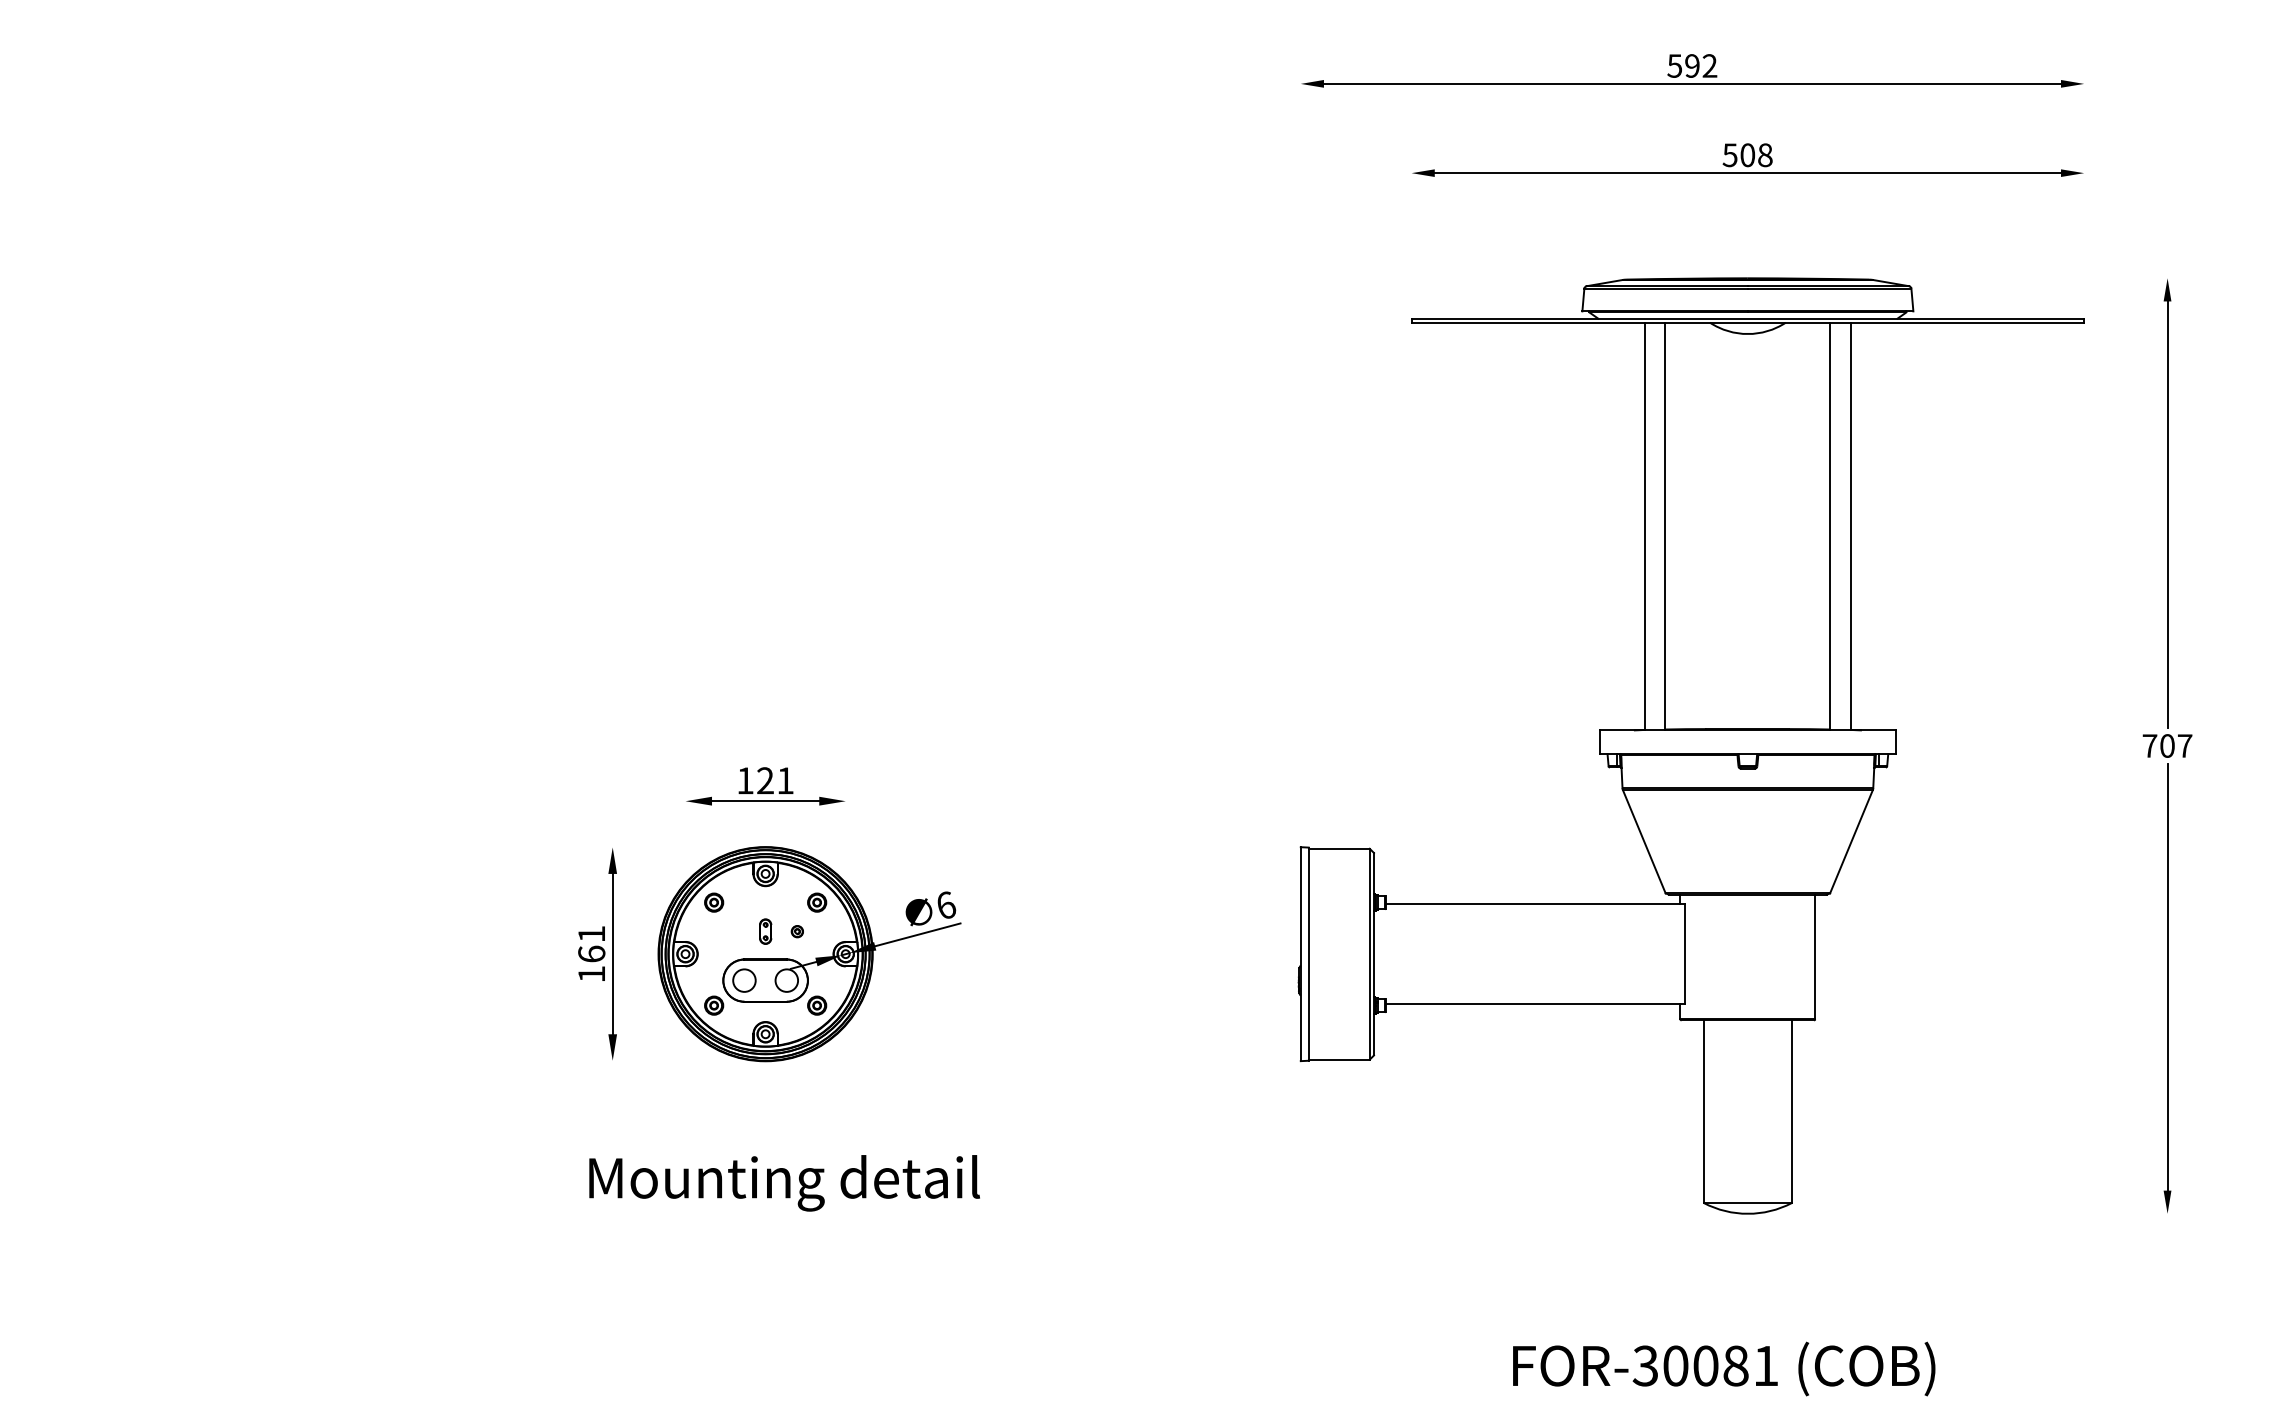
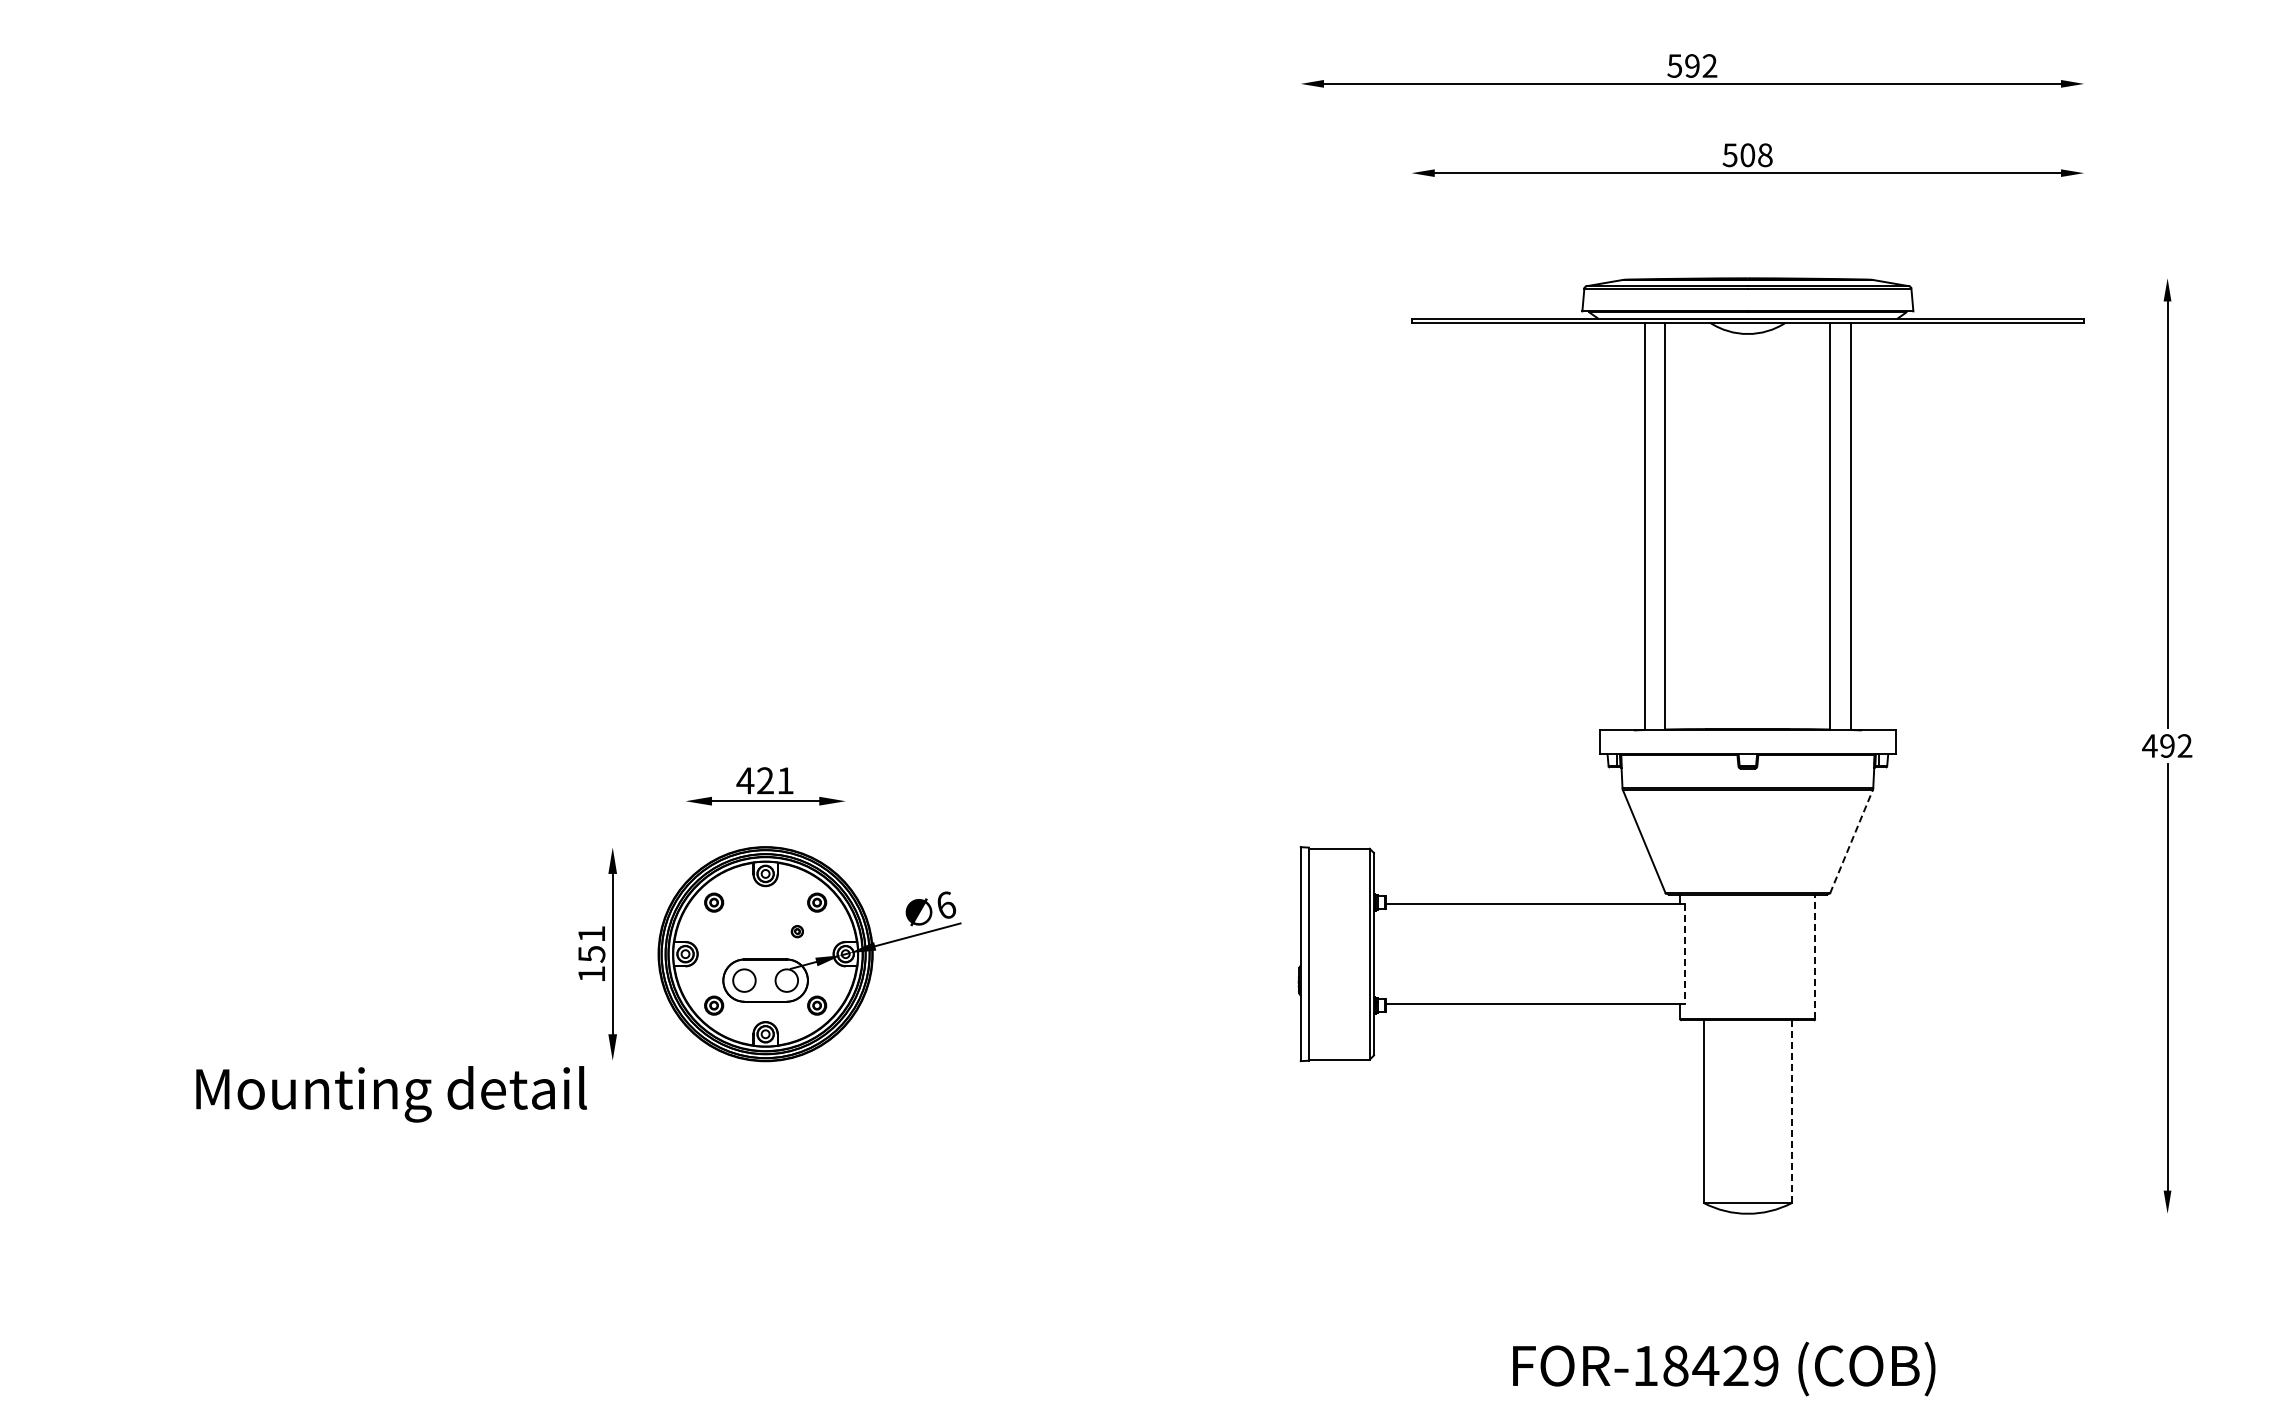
text at (2167, 745): 707 -> 492
text at (745, 780): 121 -> 421
line at (1851, 841): solid -> dashed
part at (765, 931): present -> none
text at (591, 953): 161 -> 151
line at (1685, 954): solid -> dashed
line at (1815, 956): solid -> dashed
line at (1791, 1111): solid -> dashed
text at (784, 1183) position: (784, 1183) -> (391, 1094)
text at (1705, 1365): FOR-30081 -> FOR-18429
